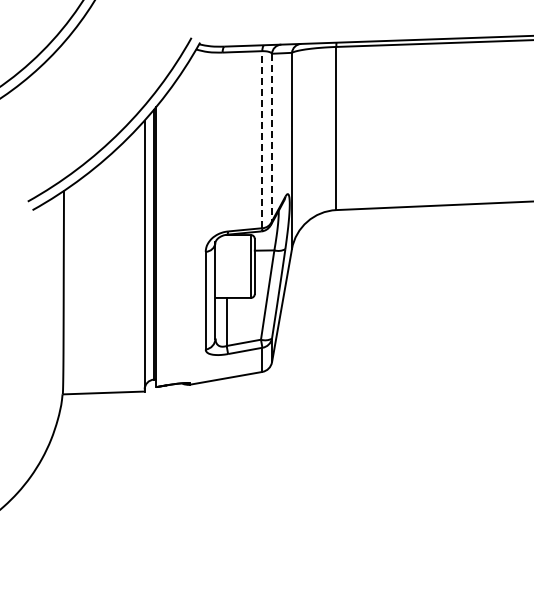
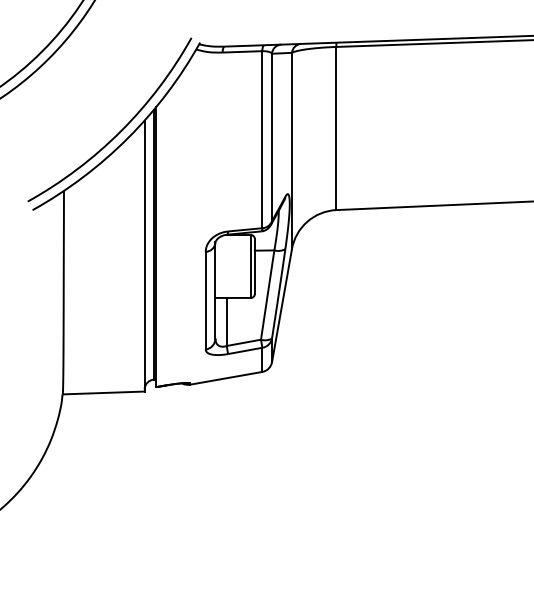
line at (272, 137): dashed -> solid
line at (262, 139): dashed -> solid
